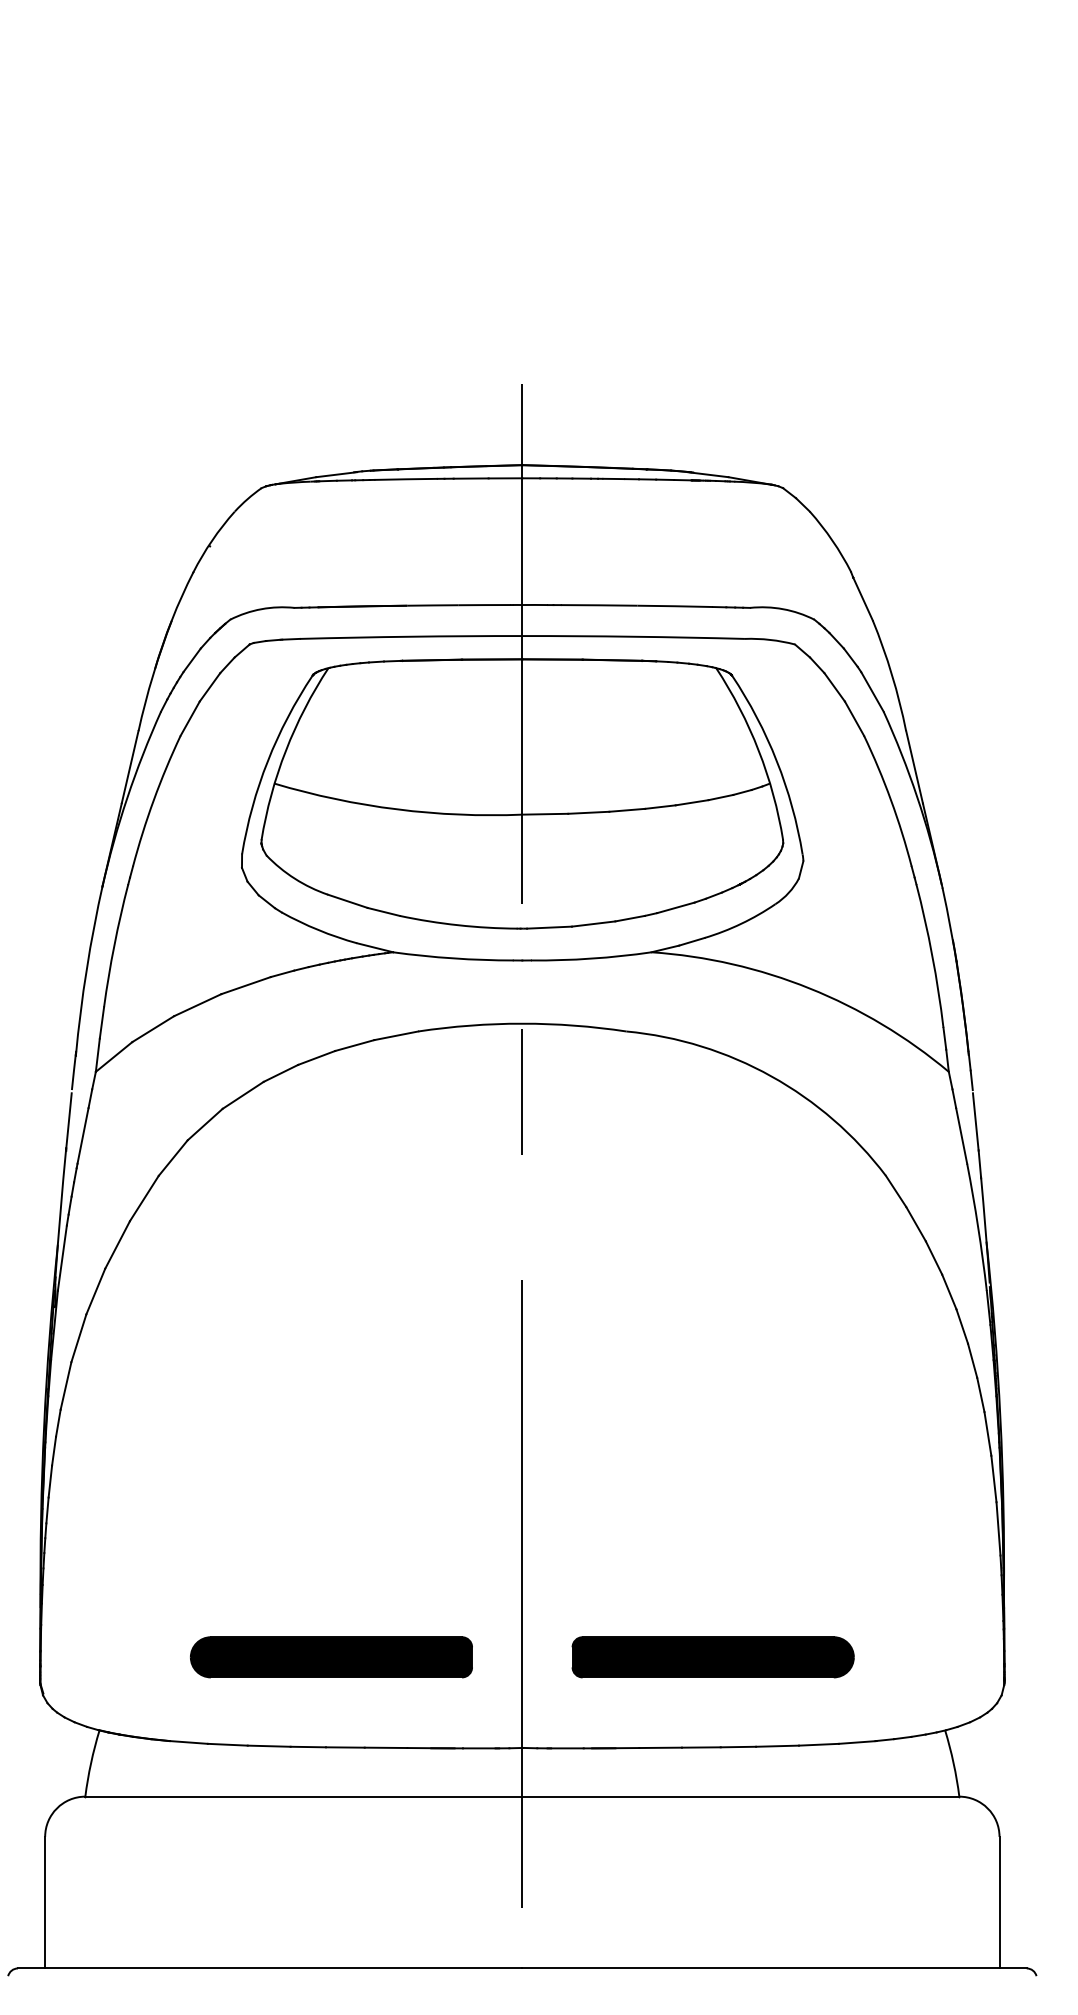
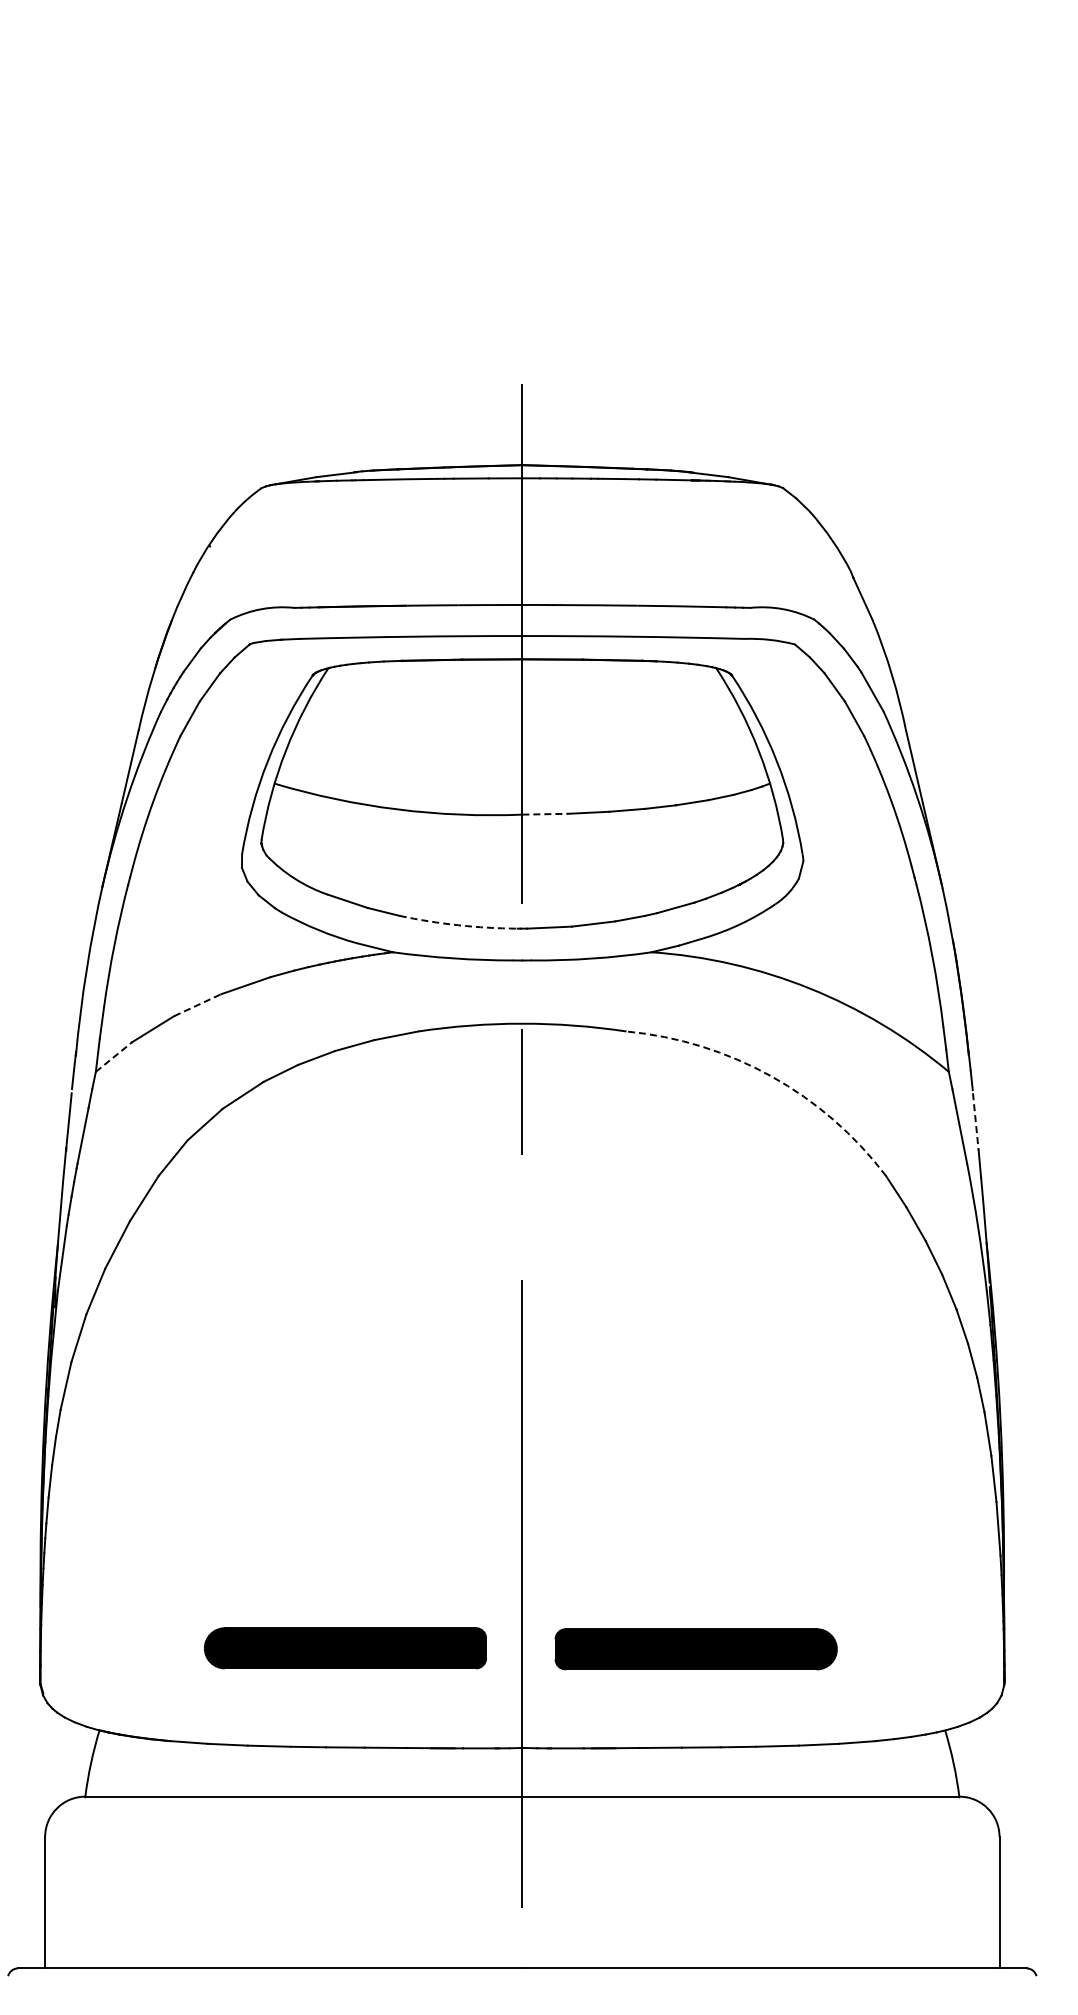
line at (545, 814): solid -> dashed
arc at (458, 925): solid -> dashed
line at (198, 1004): solid -> dashed
line at (114, 1057): solid -> dashed
arc at (771, 1076): solid -> dashed
line at (975, 1121): solid -> dashed
part at (331, 1657) position: (331, 1657) -> (345, 1648)
part at (712, 1657) position: (712, 1657) -> (695, 1649)
